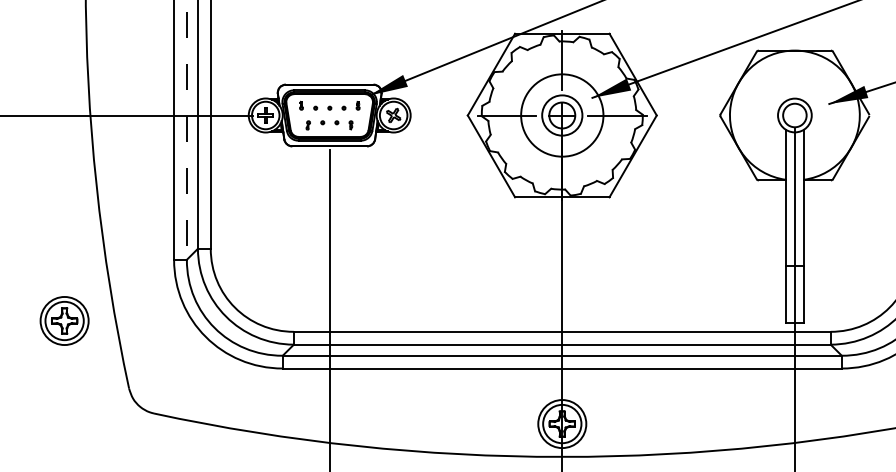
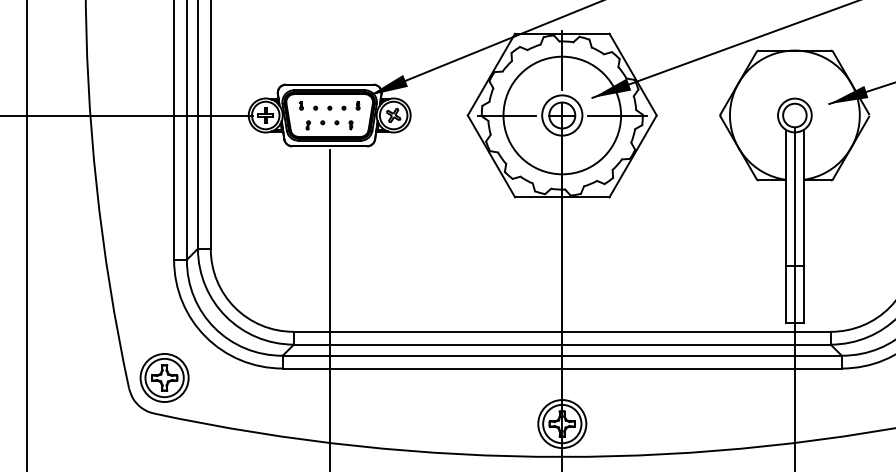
circle at (562, 115) diameter: 82 px -> 118 px
line at (186, 130): dashed -> solid
line at (26, 235): none -> present
part at (64, 320) position: (64, 320) -> (164, 377)
